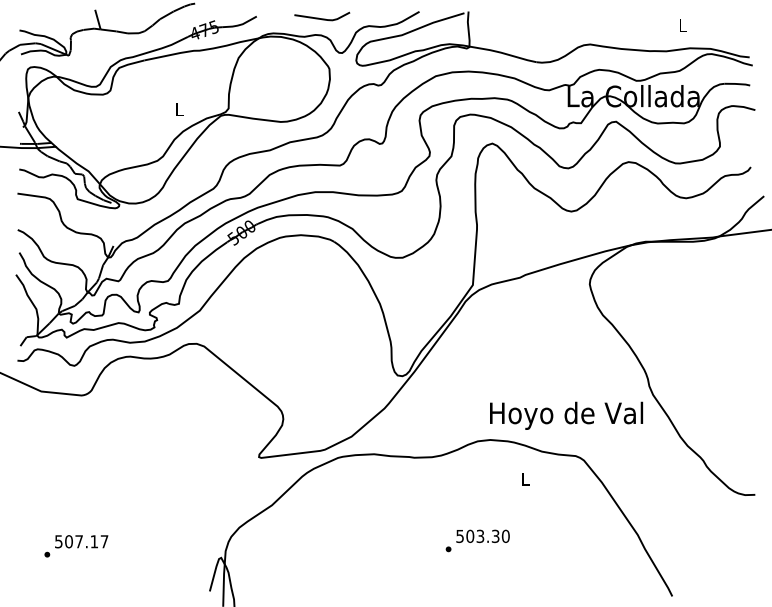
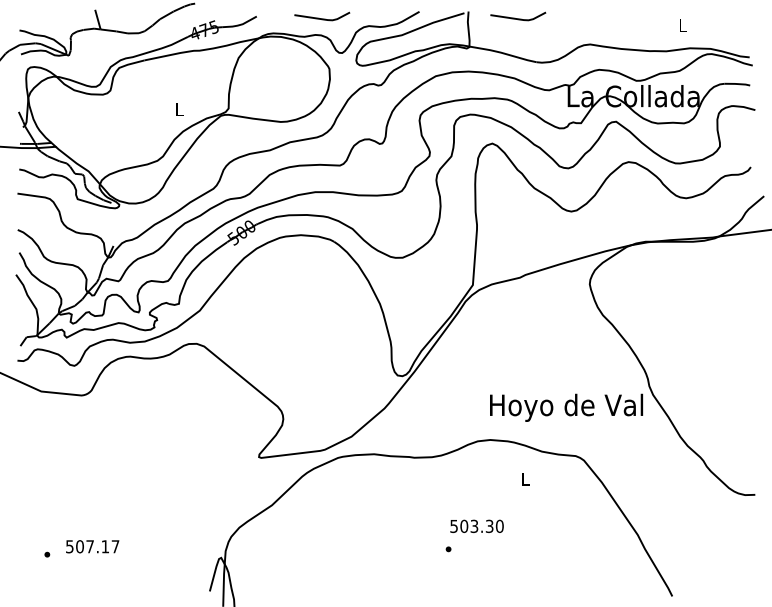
line at (518, 18): none -> present
text at (566, 415) position: (566, 415) -> (566, 407)
text at (482, 535) position: (482, 535) -> (476, 525)
text at (81, 541) position: (81, 541) -> (92, 546)
